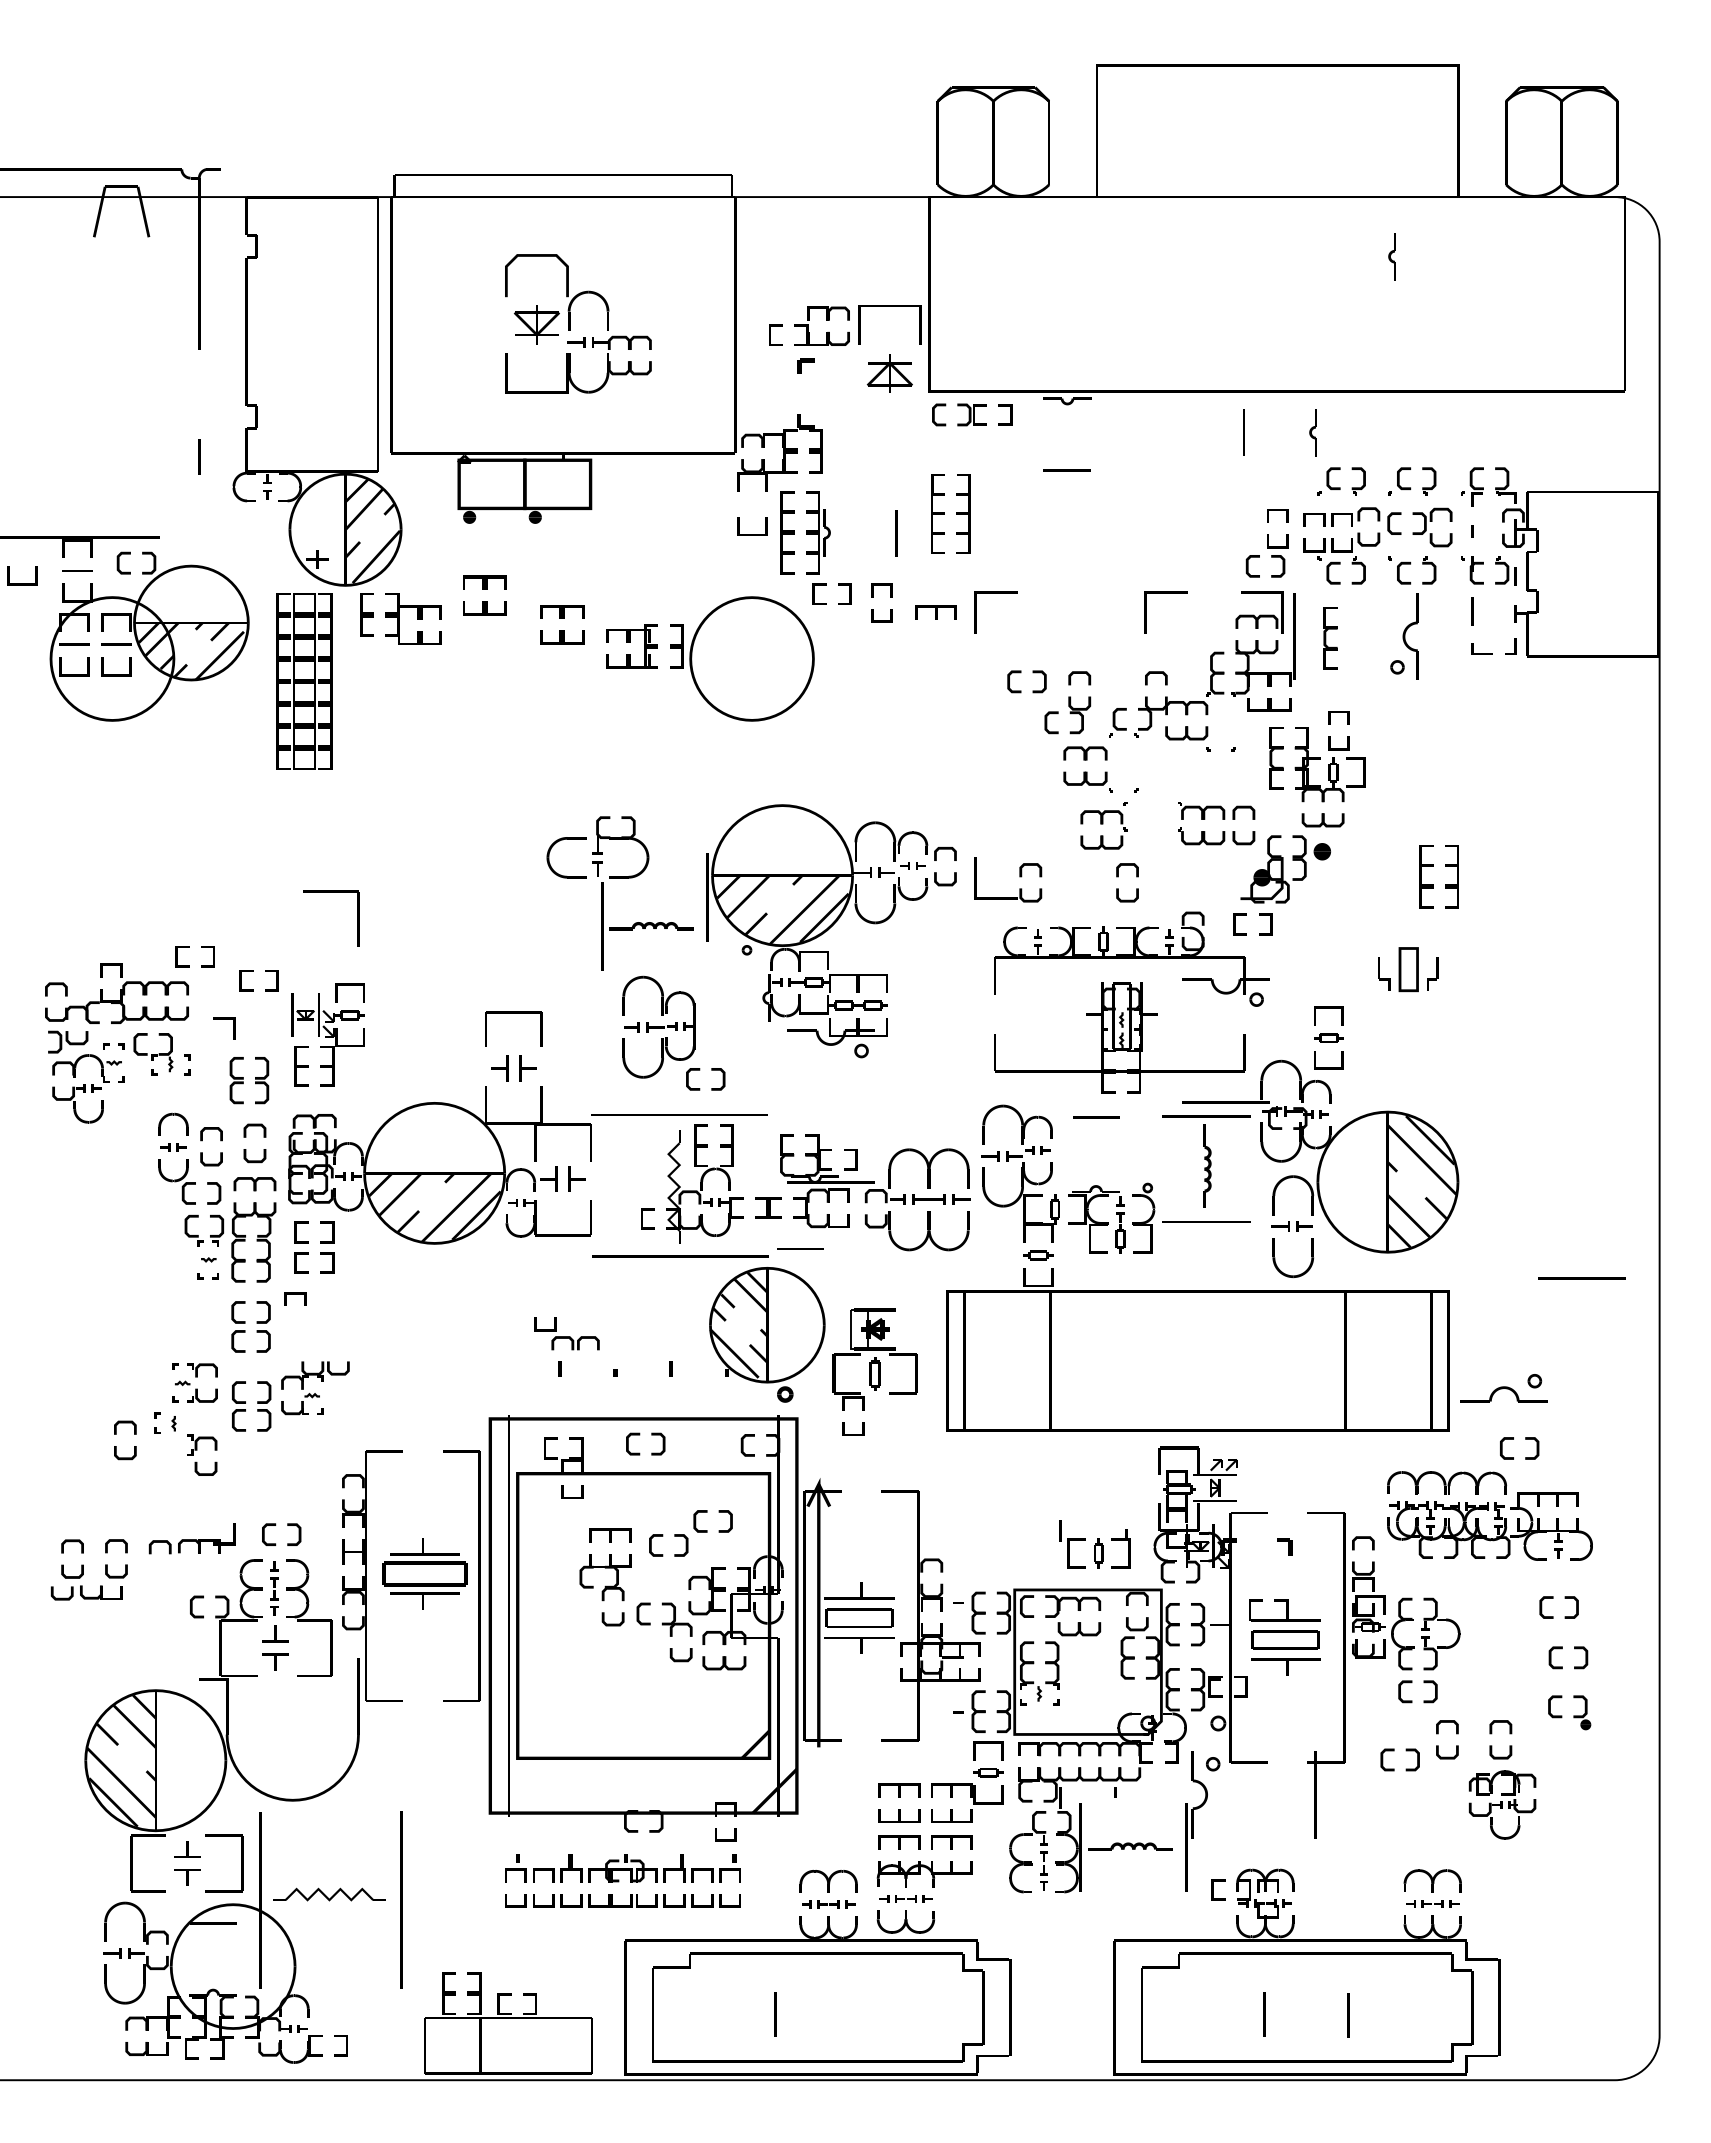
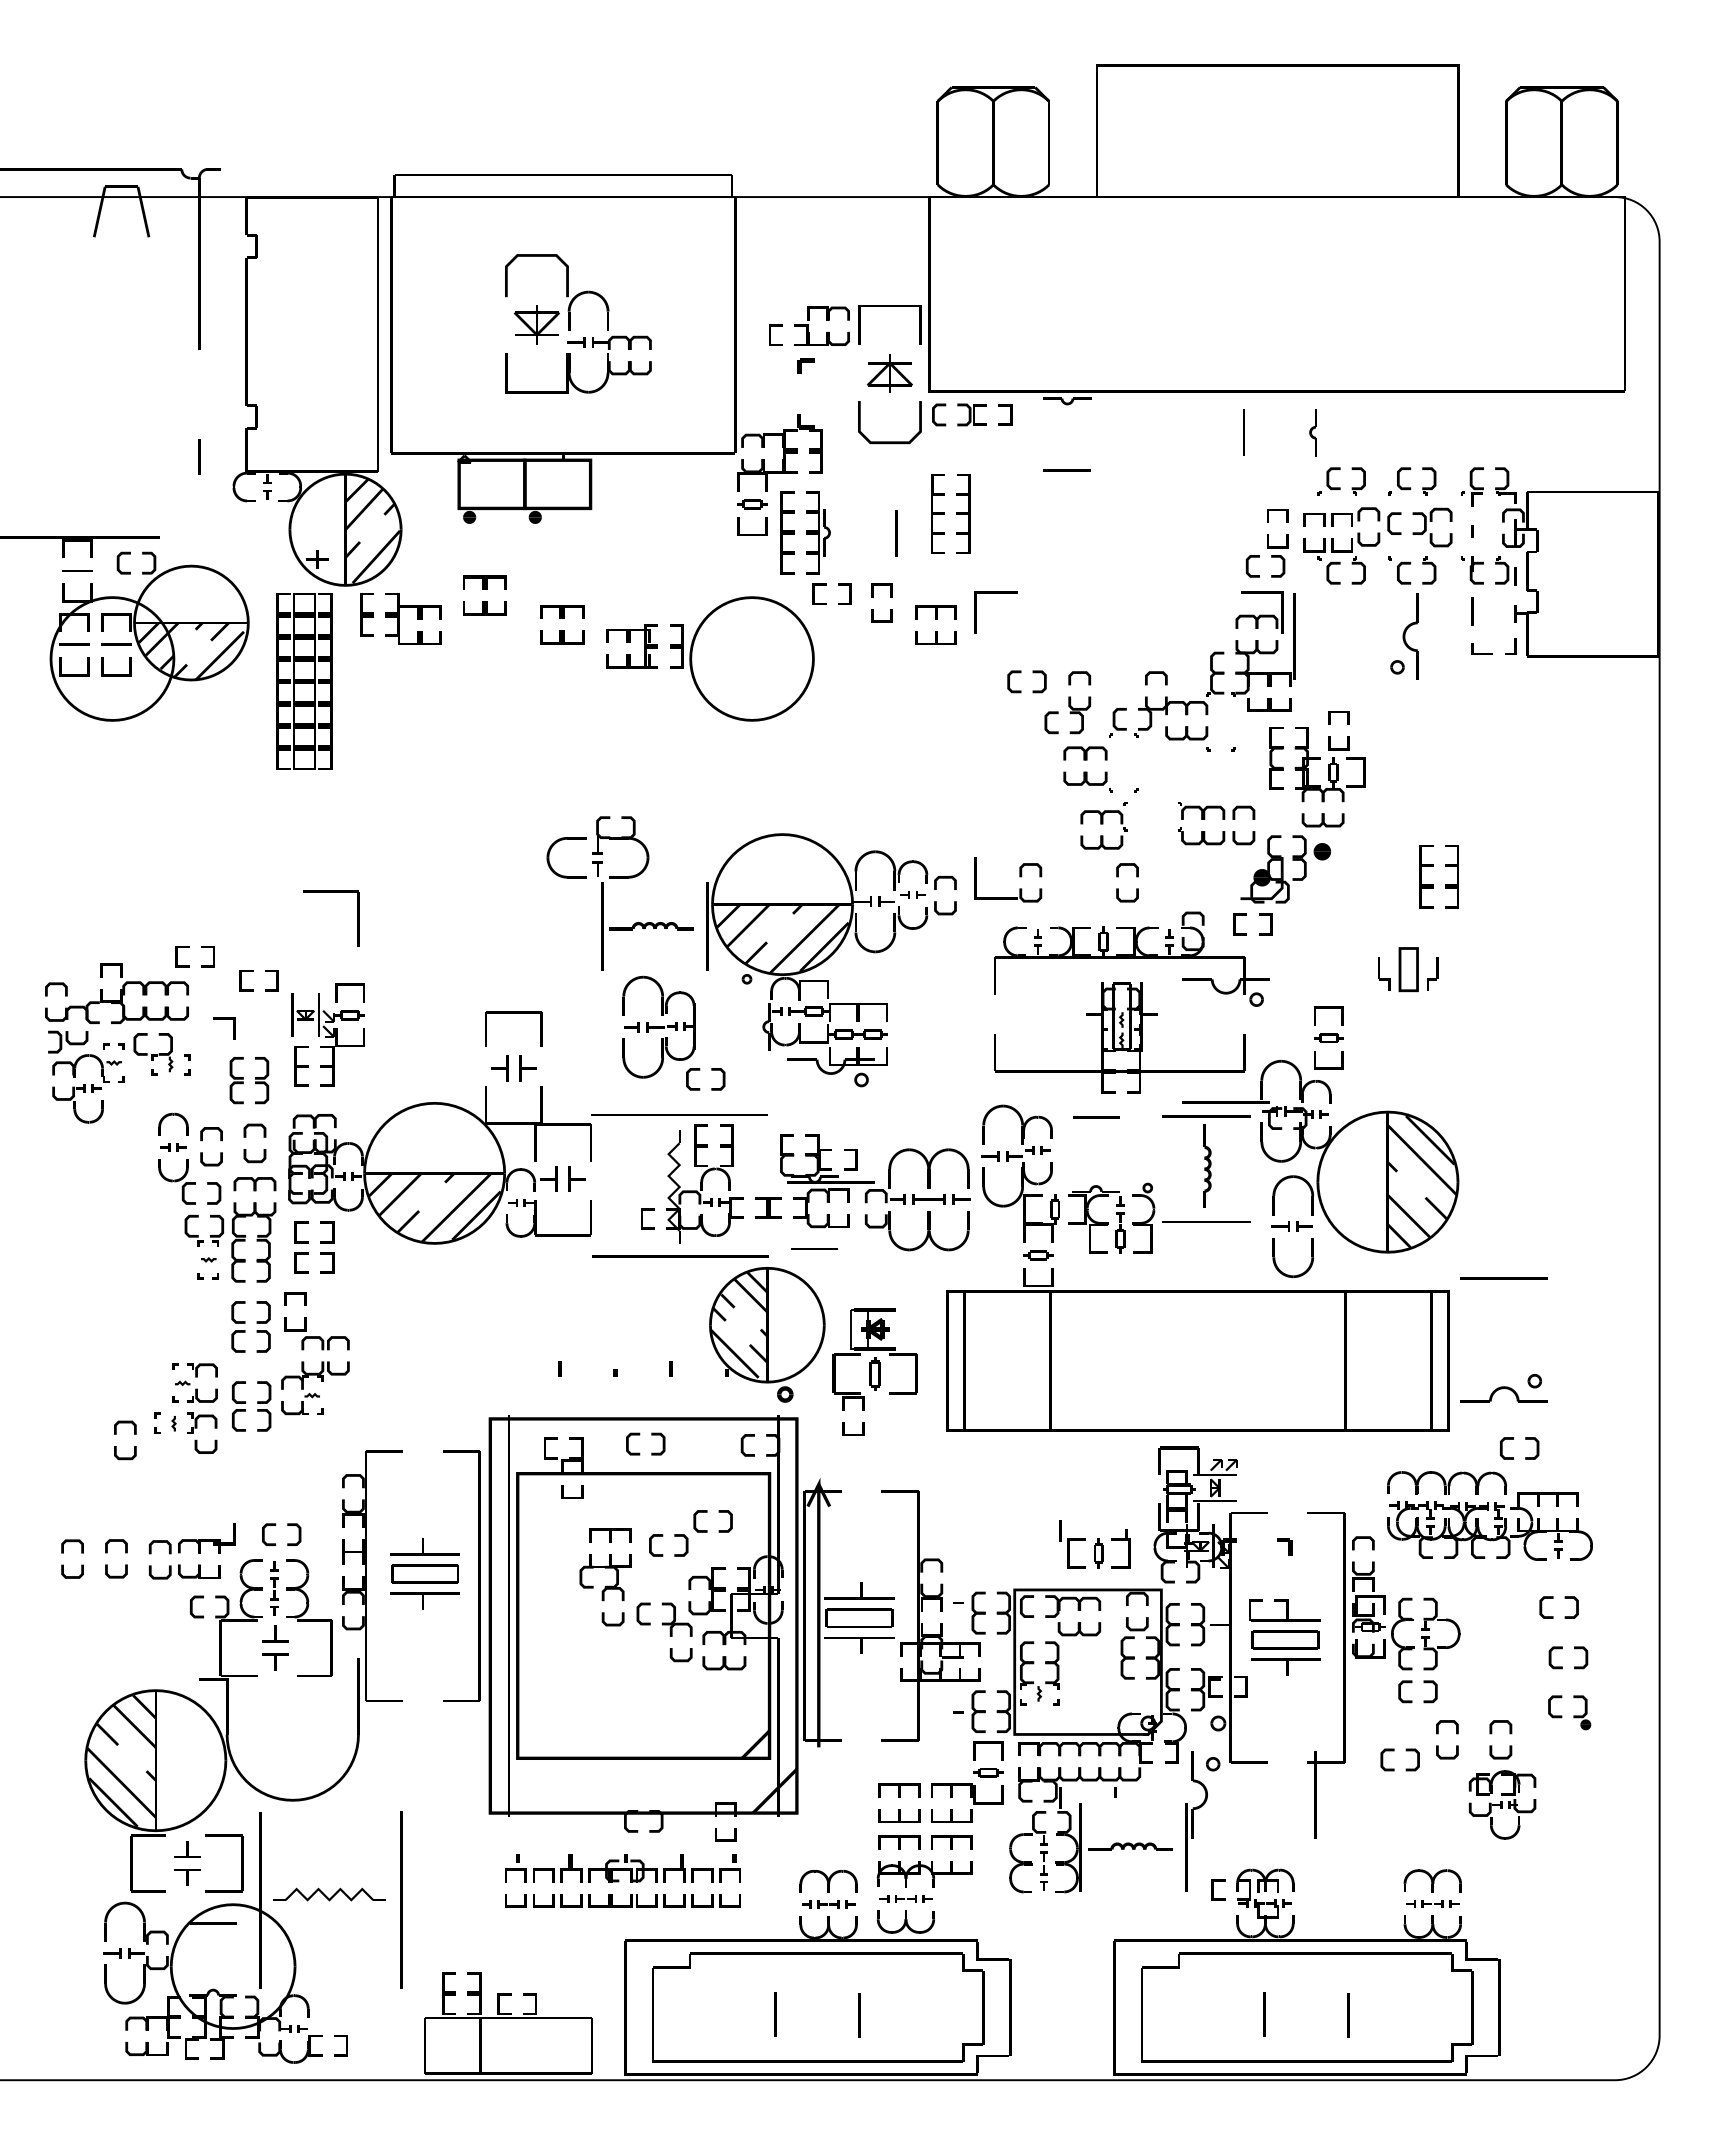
part at (1391, 256): present -> none
curve at (889, 441): none -> present
part at (752, 504): none -> present
part at (22, 583): present -> none
line at (1165, 593): present -> none
part at (935, 637): none -> present
part at (1330, 638): present -> none
part at (831, 931) position: (831, 931) -> (831, 960)
line at (800, 1248) position: (800, 1248) -> (814, 1248)
line at (1581, 1278) position: (1581, 1278) -> (1503, 1278)
part at (566, 1333) position: (566, 1333) -> (316, 1333)
part at (197, 1450) position: (197, 1450) -> (197, 1428)
part at (424, 1573) size: 86x26 px -> 68x20 px
part at (86, 1592) position: (86, 1592) -> (184, 1571)
line at (859, 2015): none -> present
